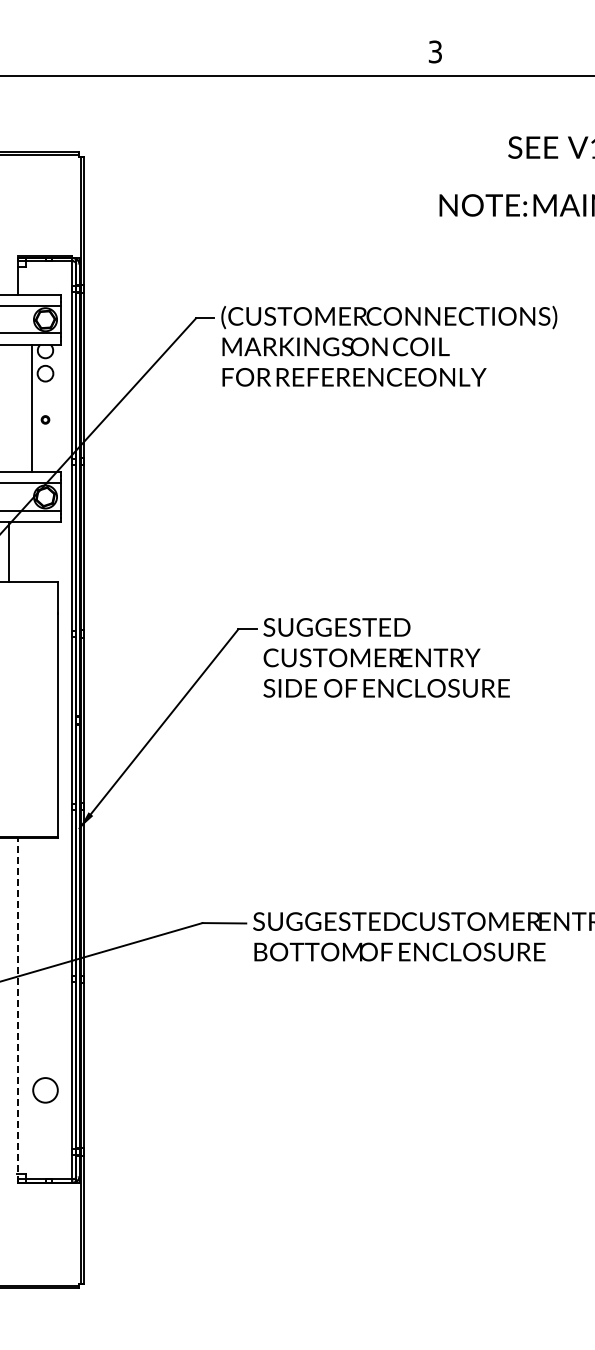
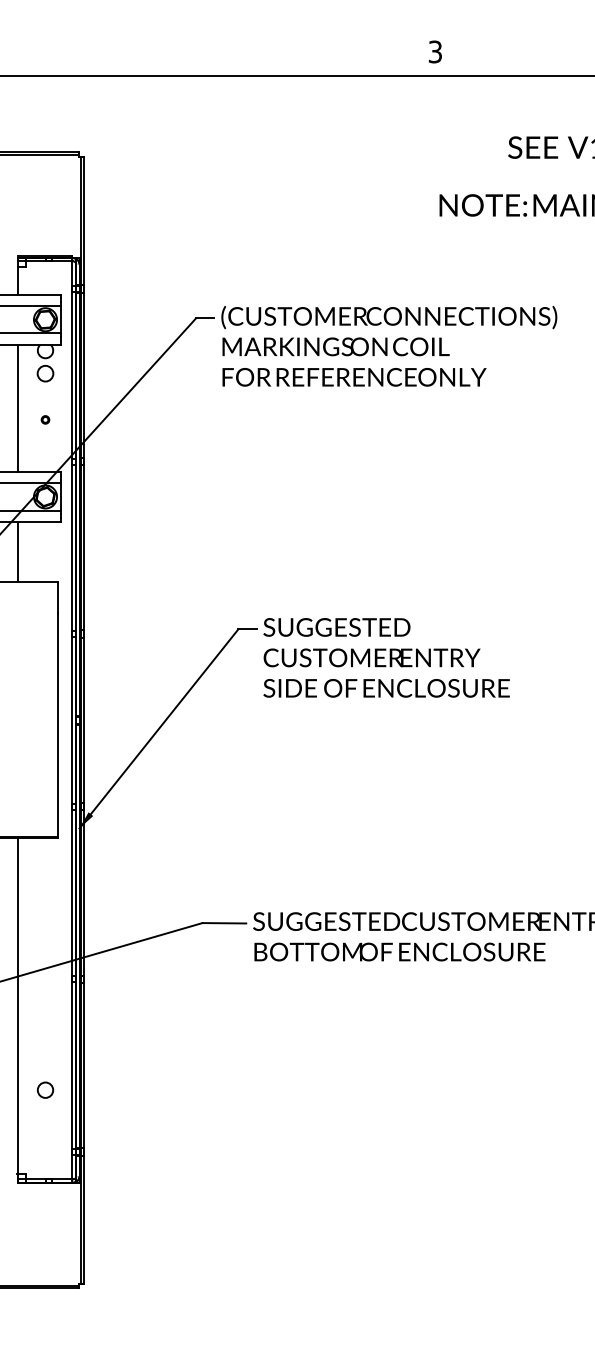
line at (32, 407) position: (32, 407) -> (18, 407)
line at (9, 552) position: (9, 552) -> (18, 552)
line at (18, 1009): dashed -> solid
circle at (45, 1090) size: 27x27 px -> 19x18 px
